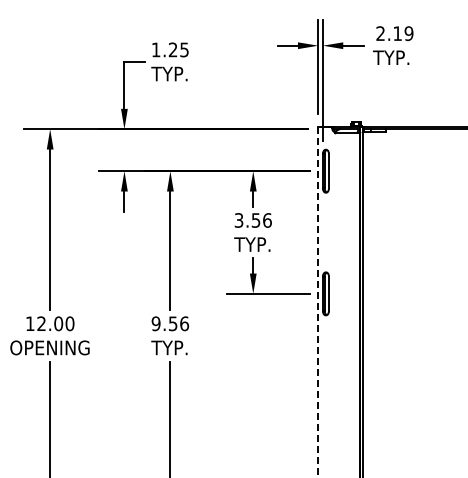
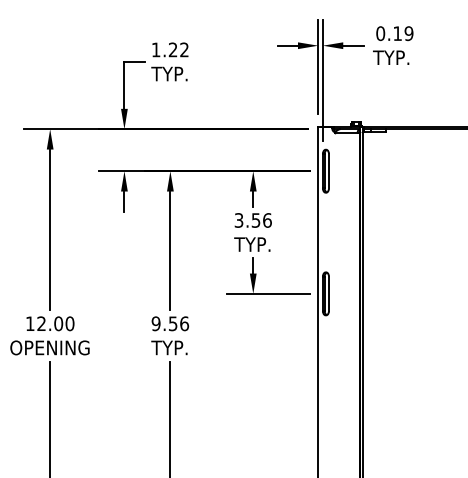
text at (380, 33): 2.19 -> 0.19
text at (184, 49): 1.25 -> 1.22
line at (318, 302): dashed -> solid
